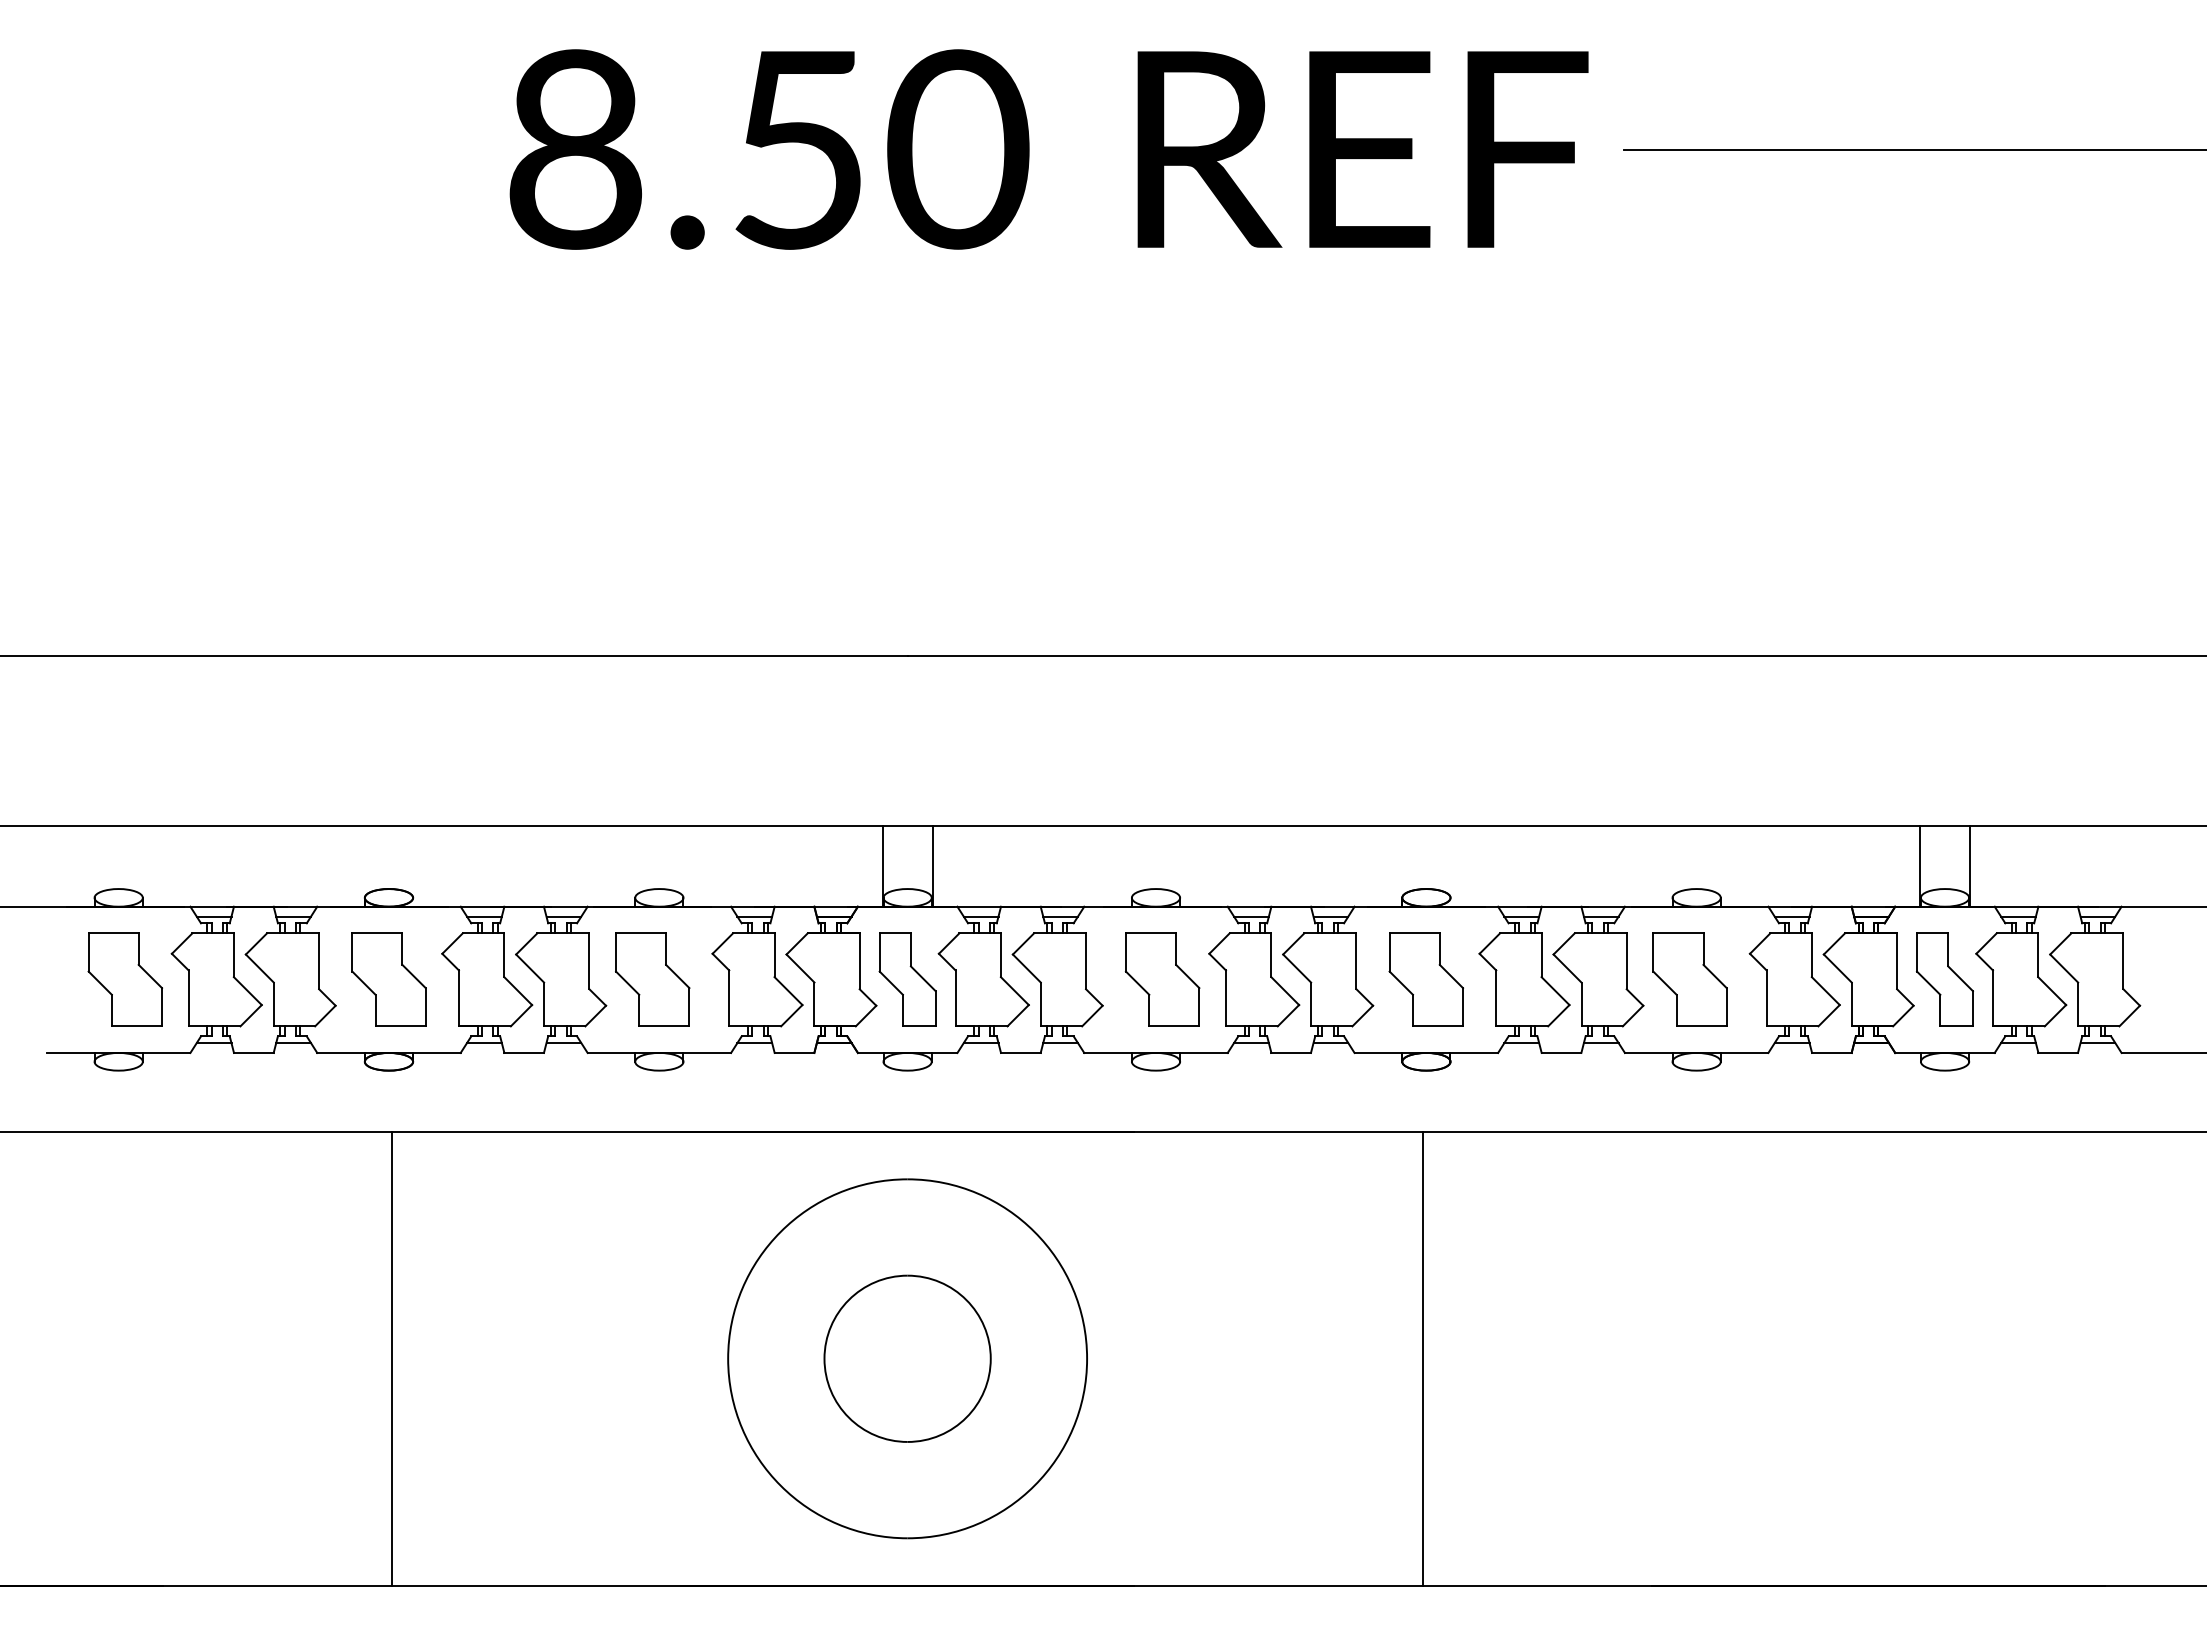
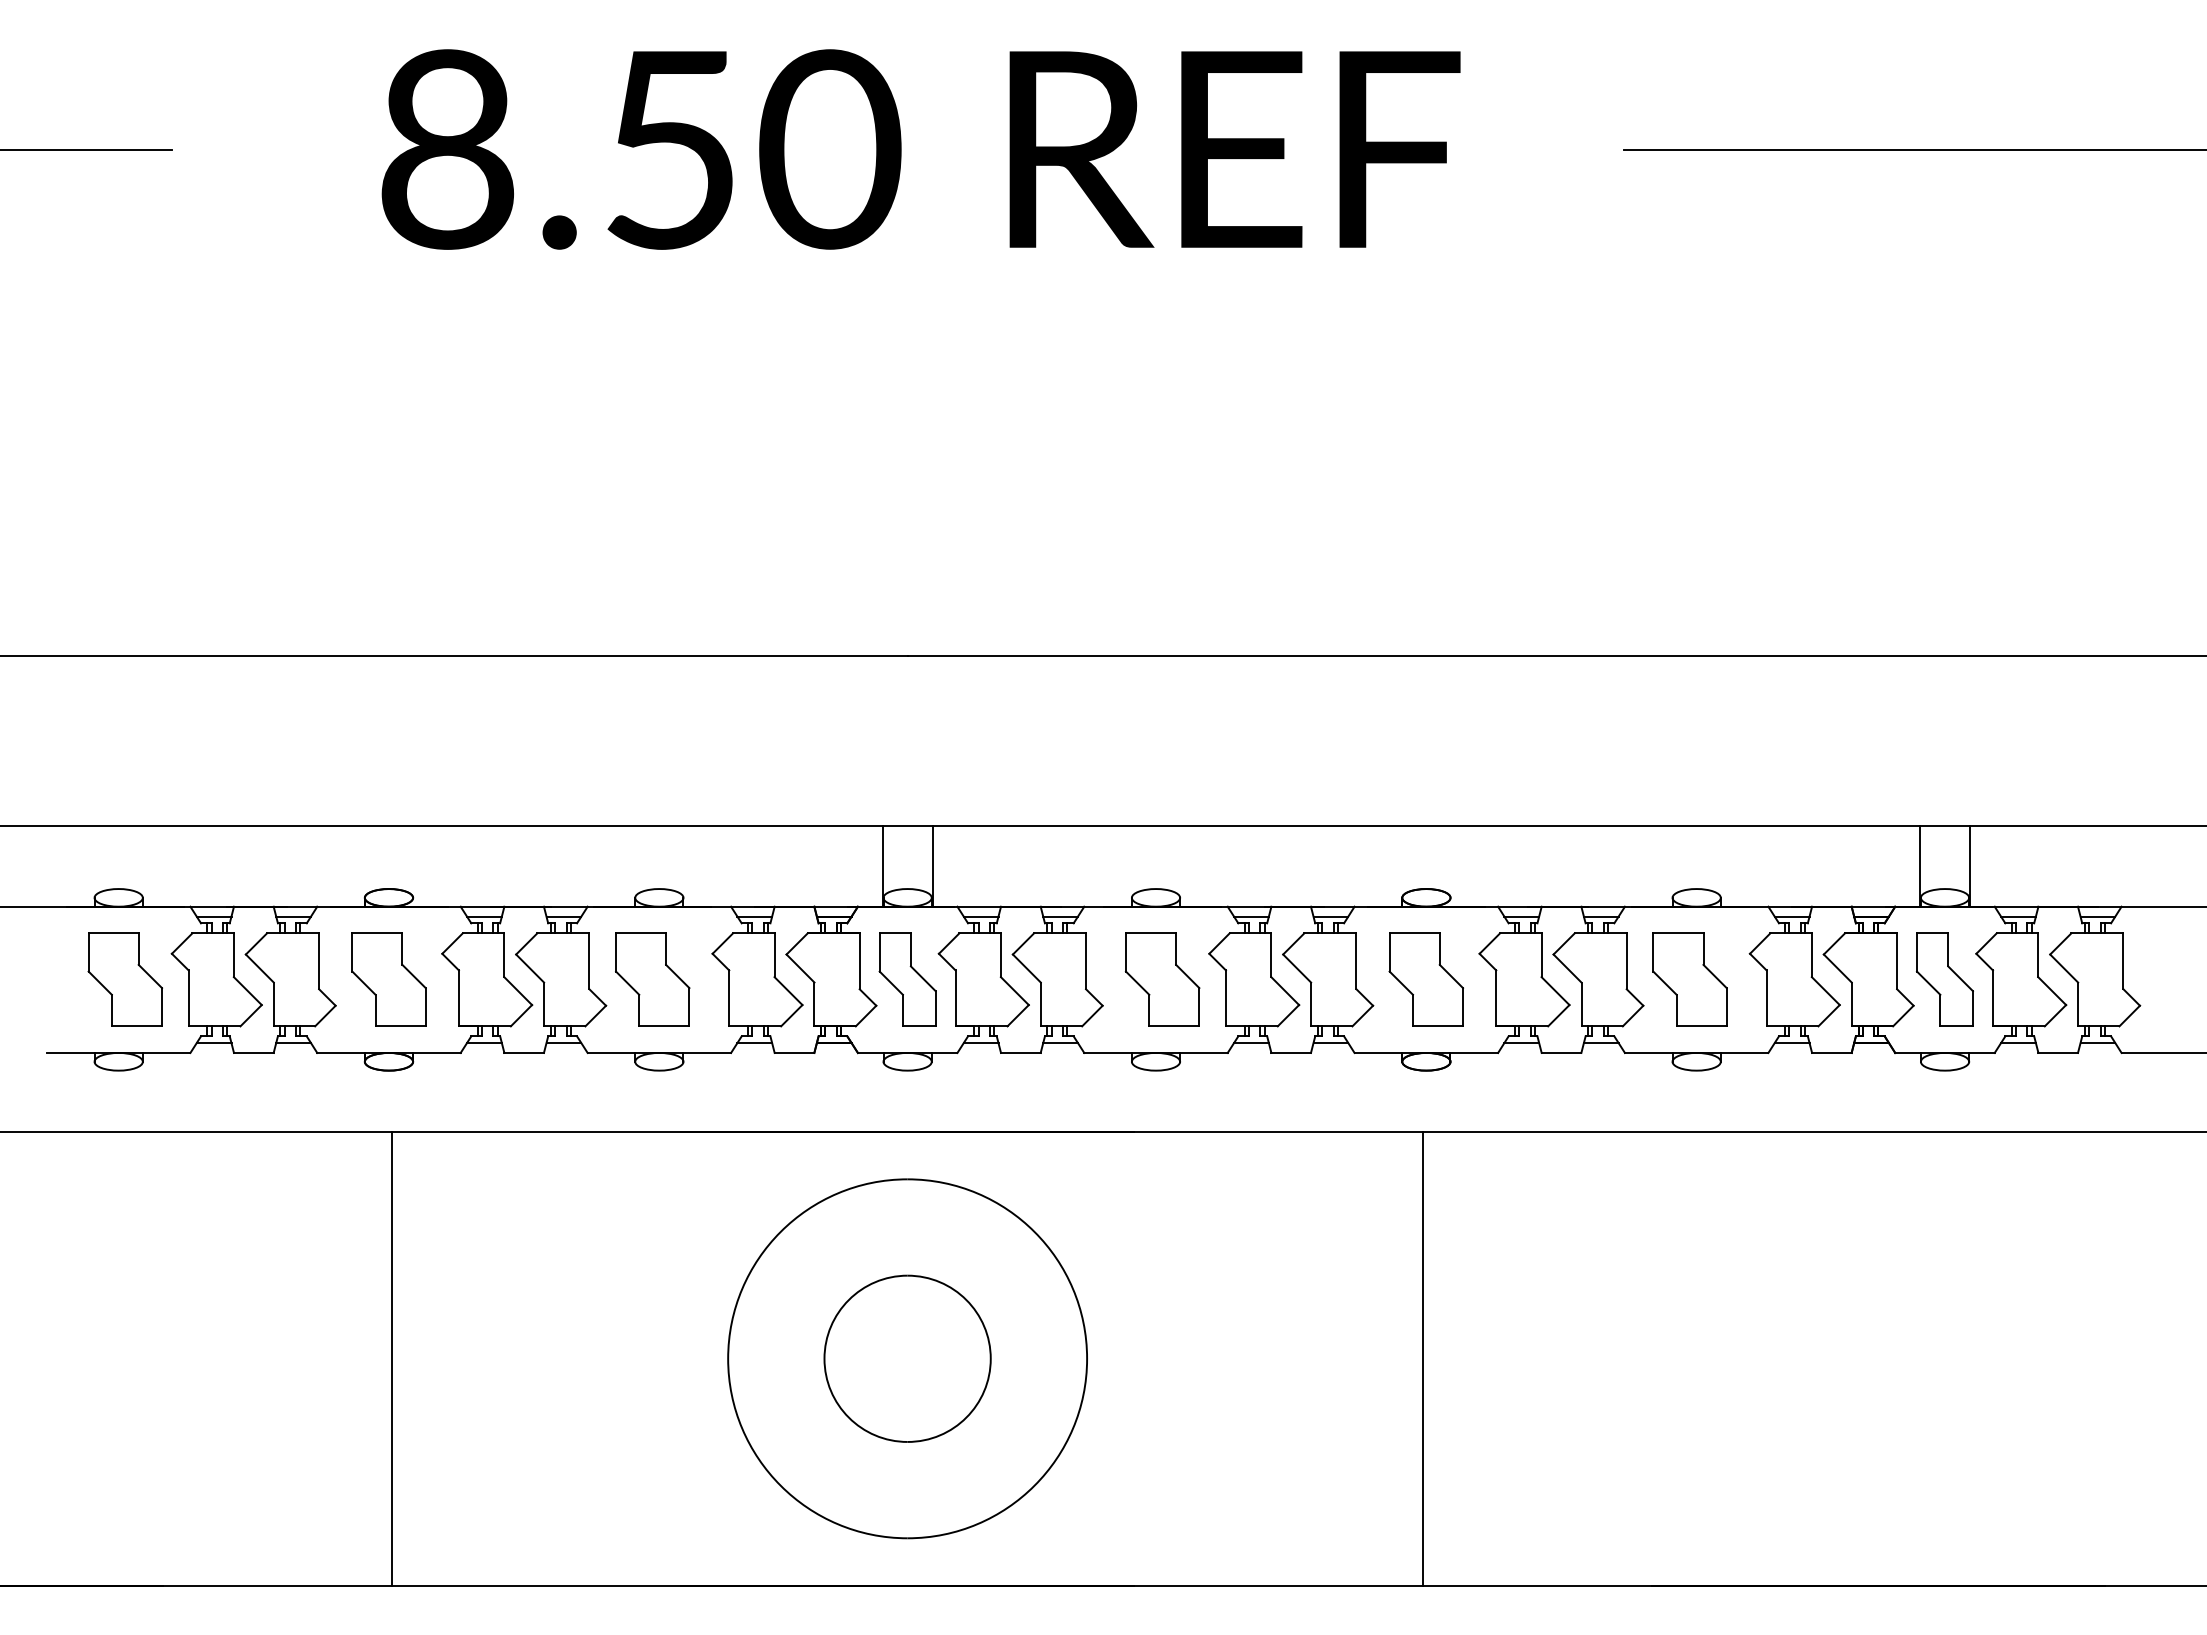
line at (87, 149): none -> present
text at (1048, 149) position: (1048, 149) -> (920, 149)
